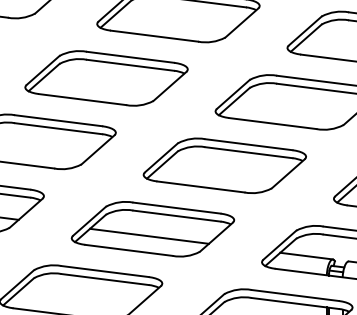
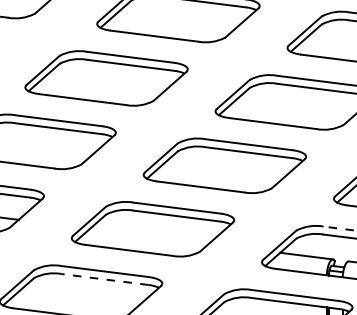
line at (339, 228): solid -> dashed
line at (149, 235): present -> none
line at (105, 279): solid -> dashed
